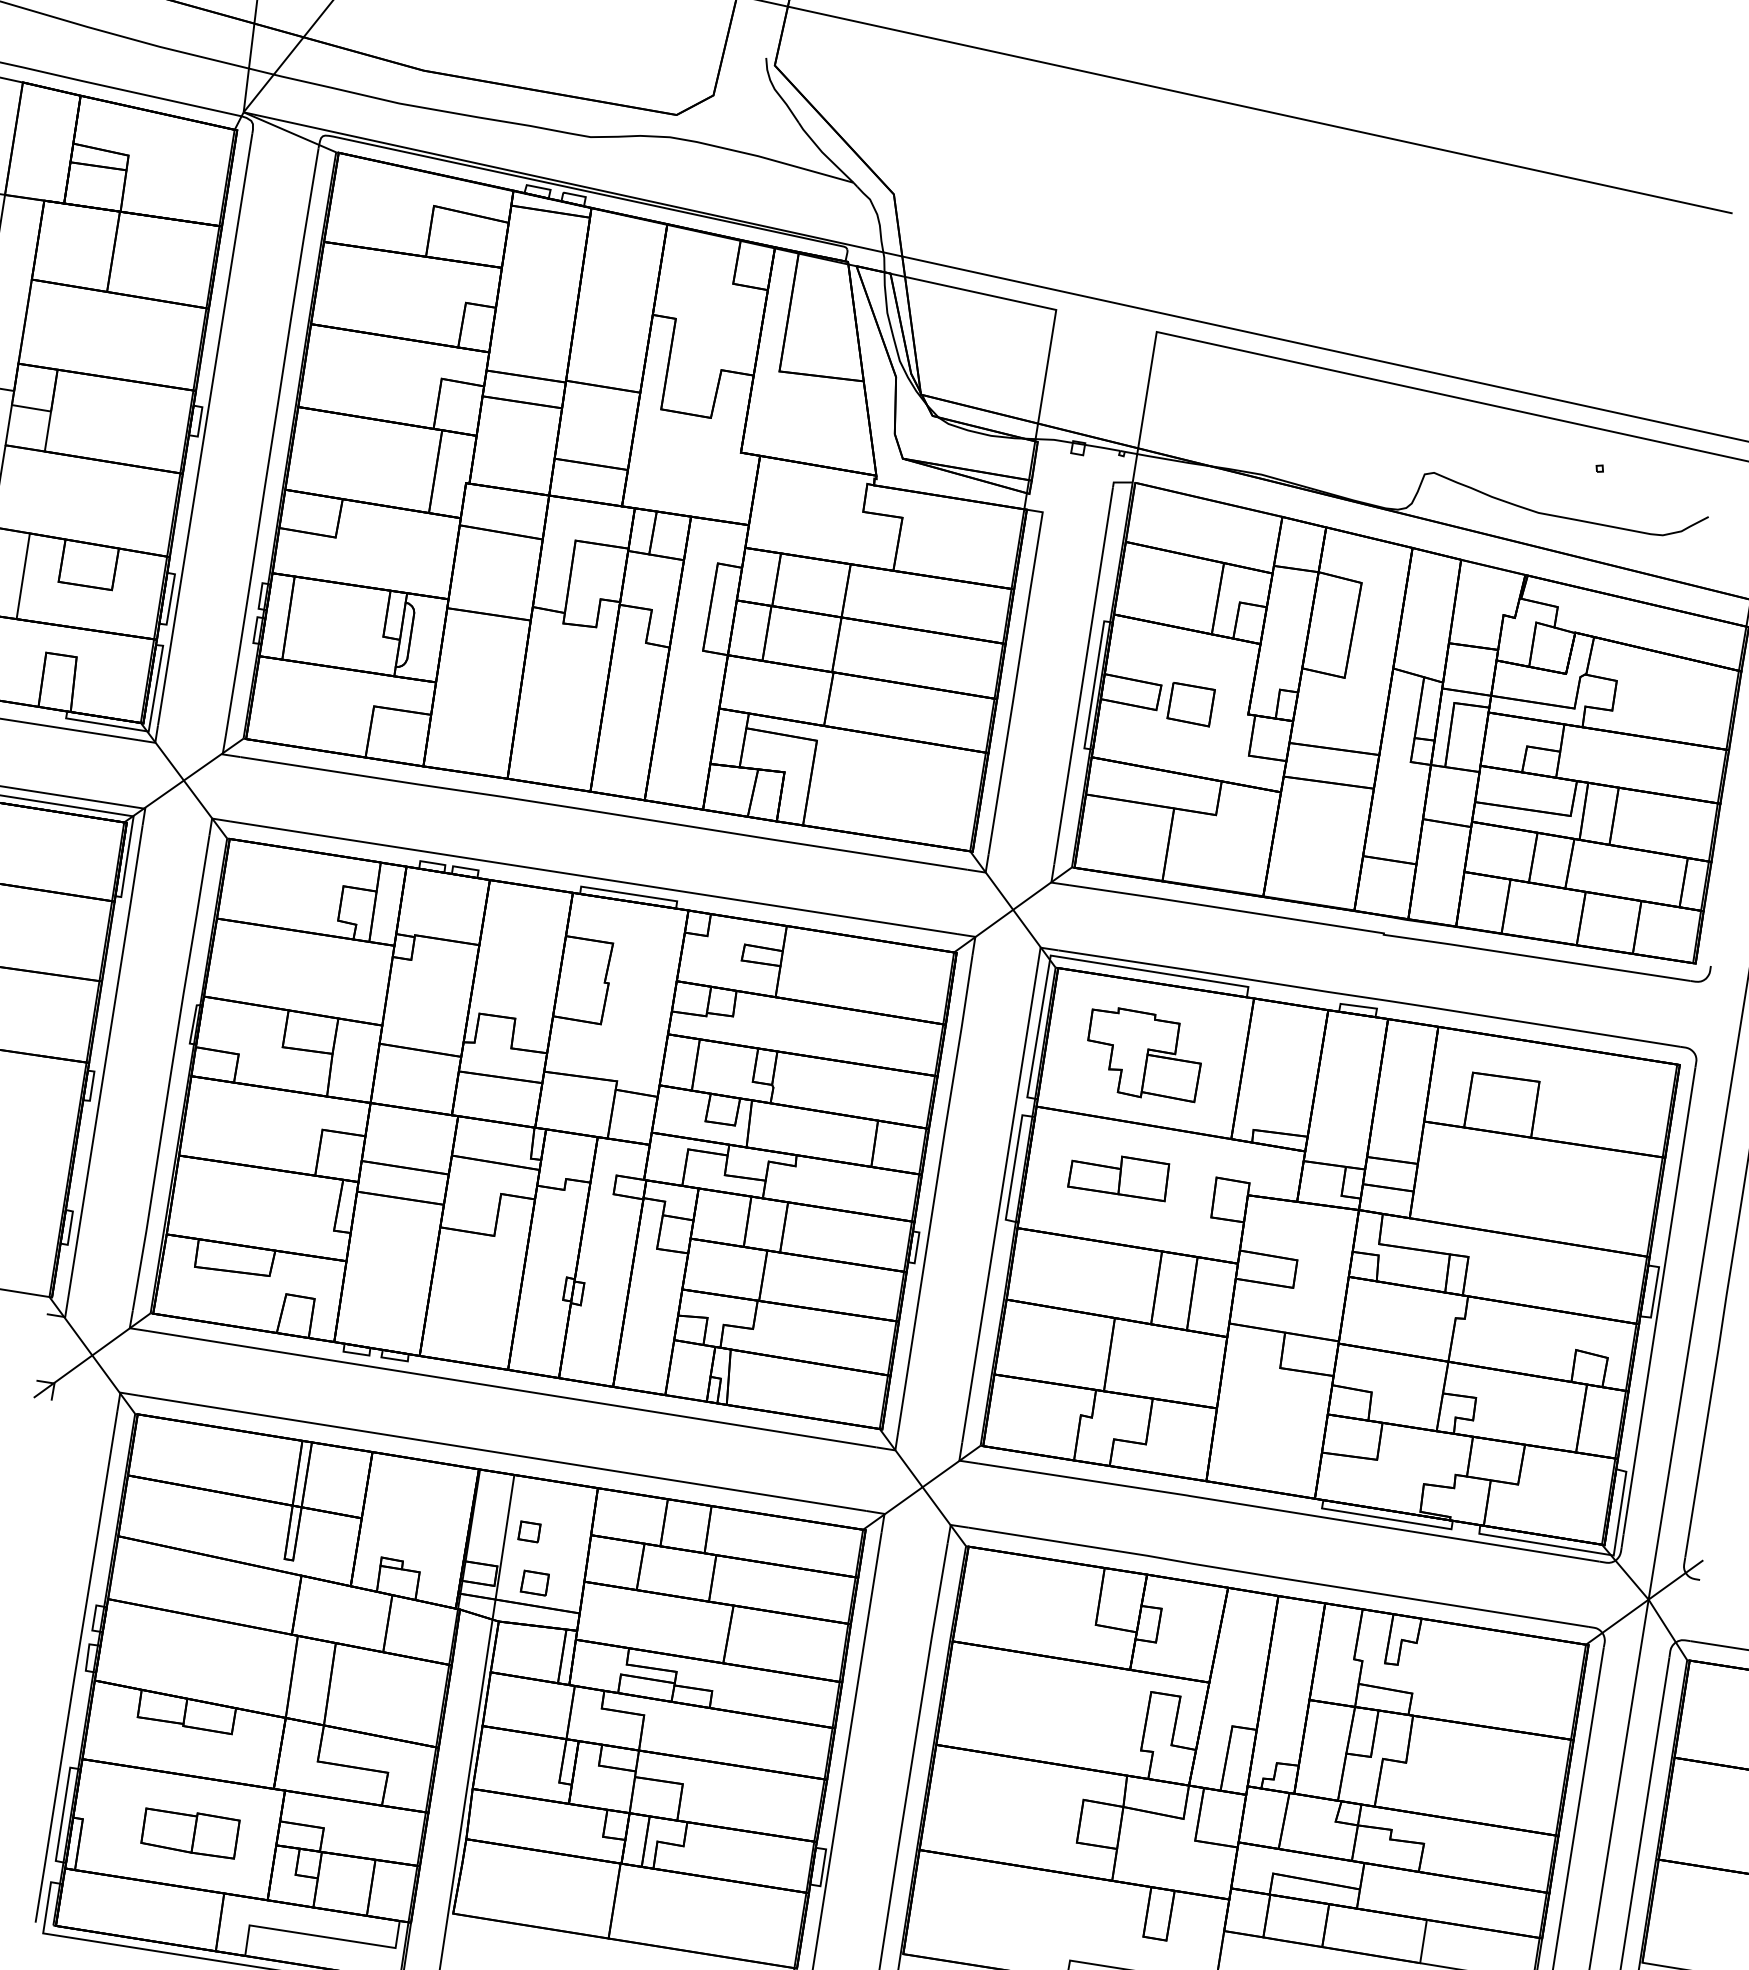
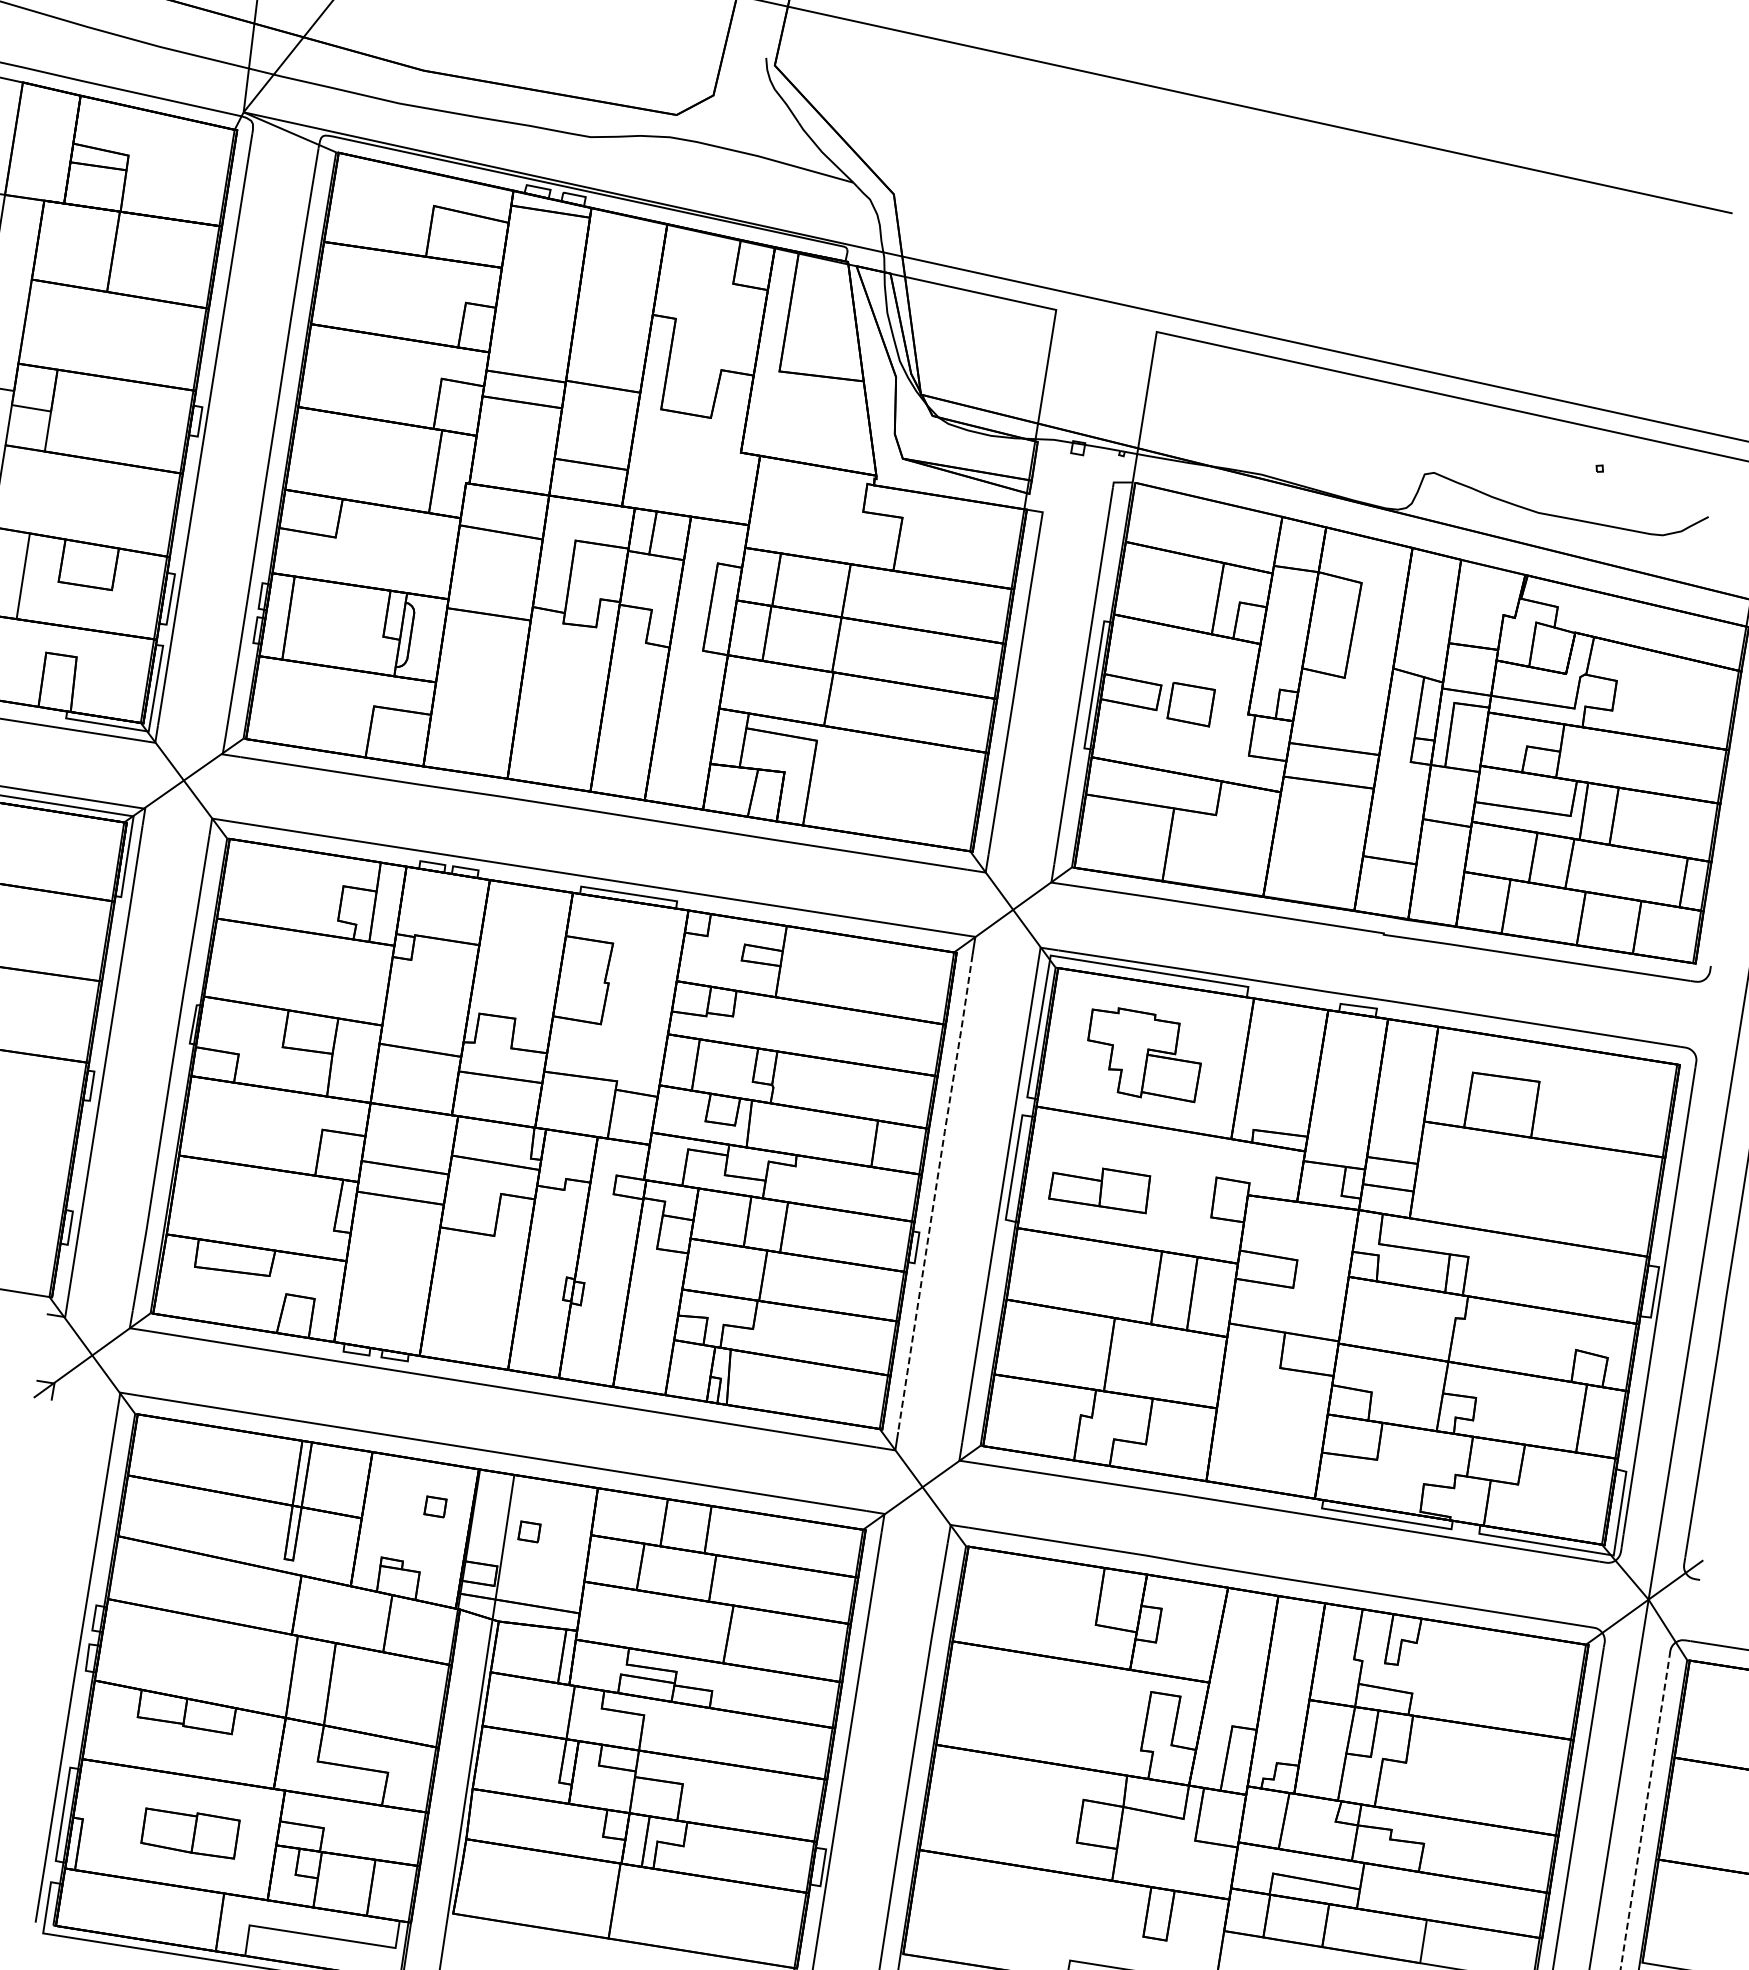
part at (1118, 1178) position: (1118, 1178) -> (1099, 1190)
line at (935, 1192): solid -> dashed
part at (435, 1506): none -> present
part at (534, 1582): present -> none
line at (1645, 1813): solid -> dashed
